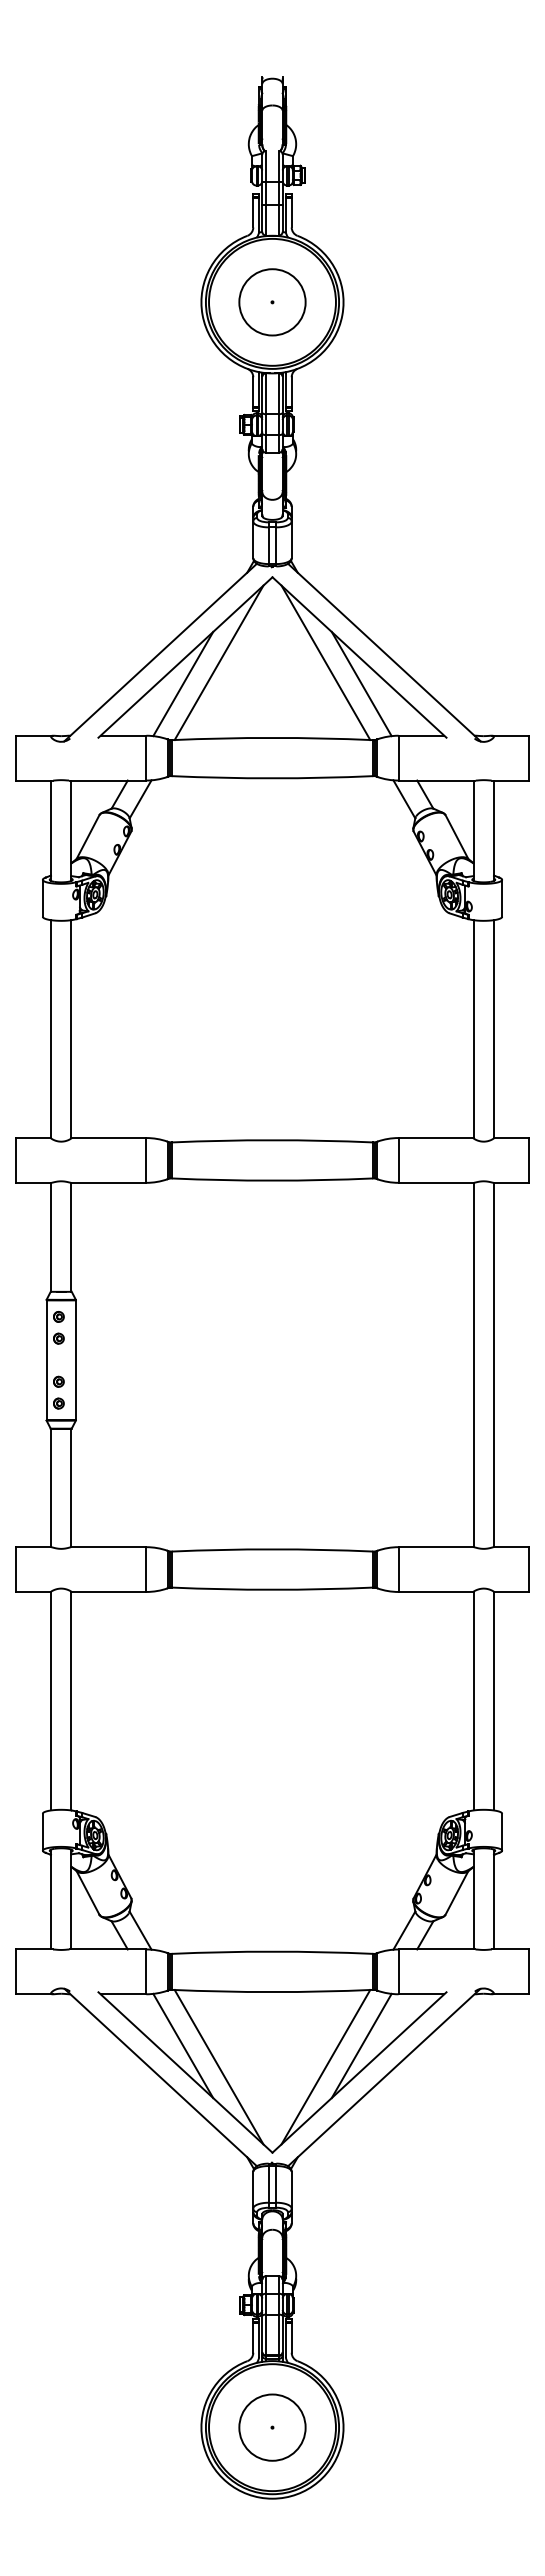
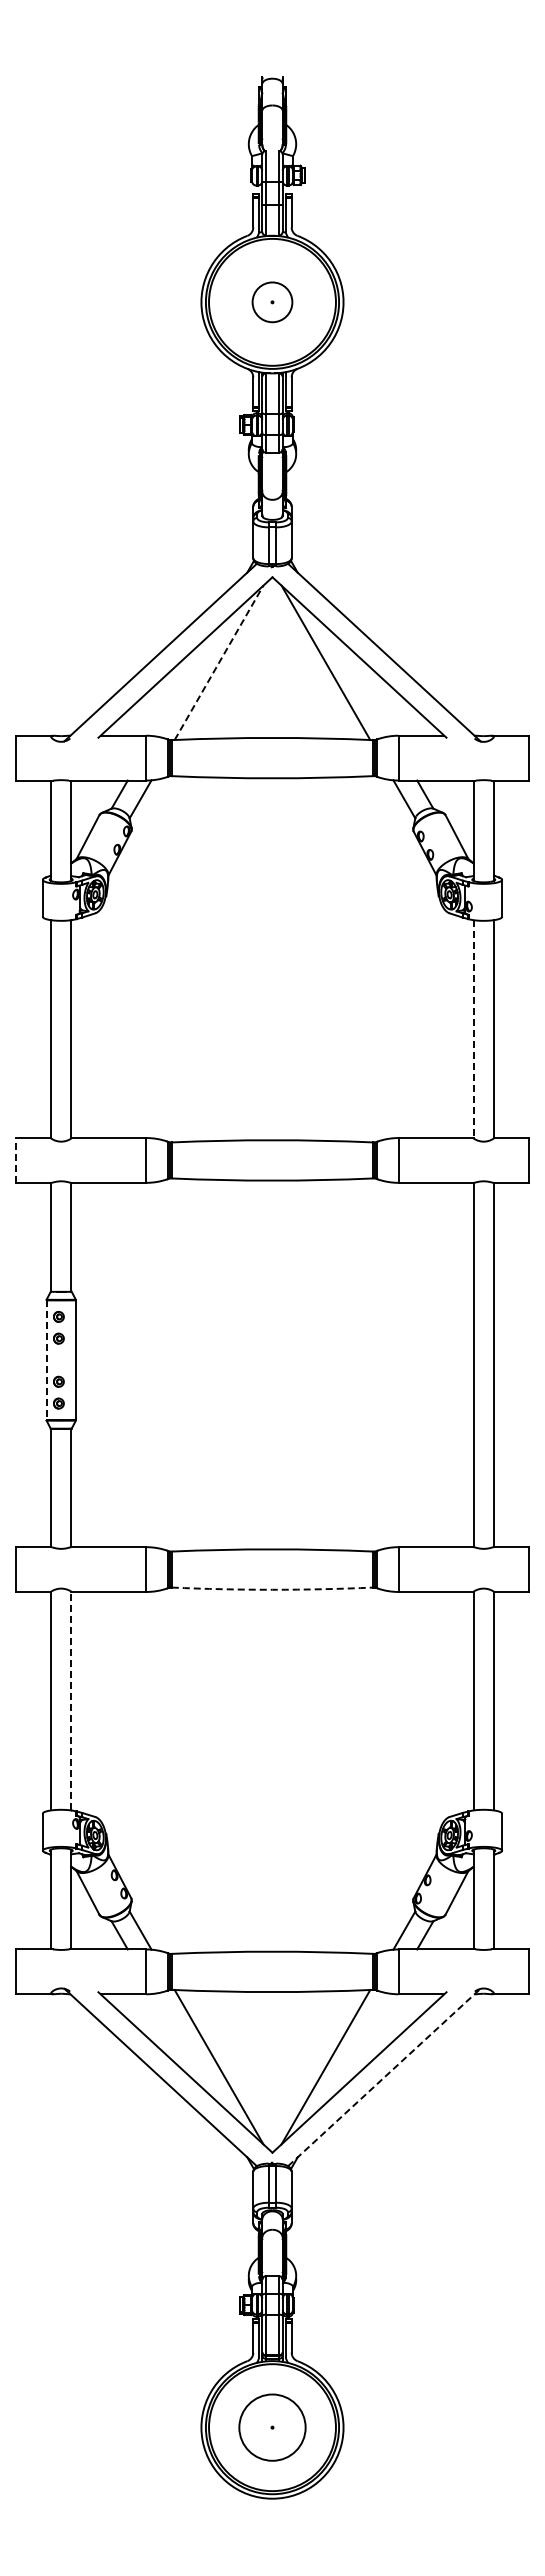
circle at (272, 302) diameter: 66 px -> 40 px
line at (219, 662): solid -> dashed
line at (183, 683): present -> none
line at (361, 683): present -> none
line at (473, 1029): solid -> dashed
line at (16, 1159): solid -> dashed
line at (46, 1360): solid -> dashed
arc at (272, 1589): solid -> dashed
line at (71, 1700): solid -> dashed
line at (183, 2045): present -> none
line at (361, 2045): present -> none
line at (384, 2077): solid -> dashed
